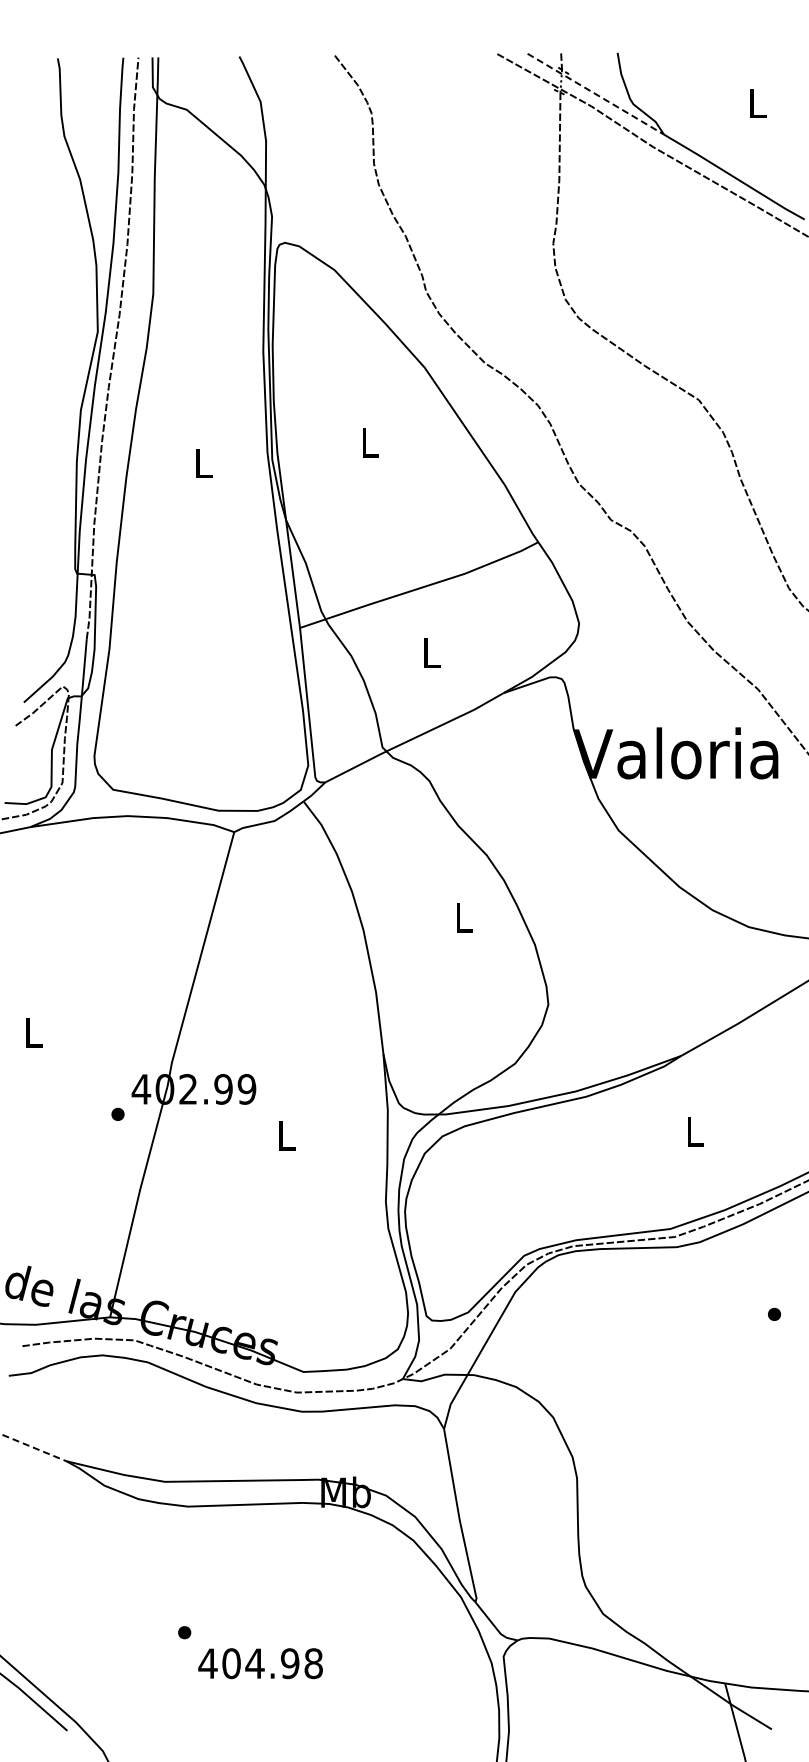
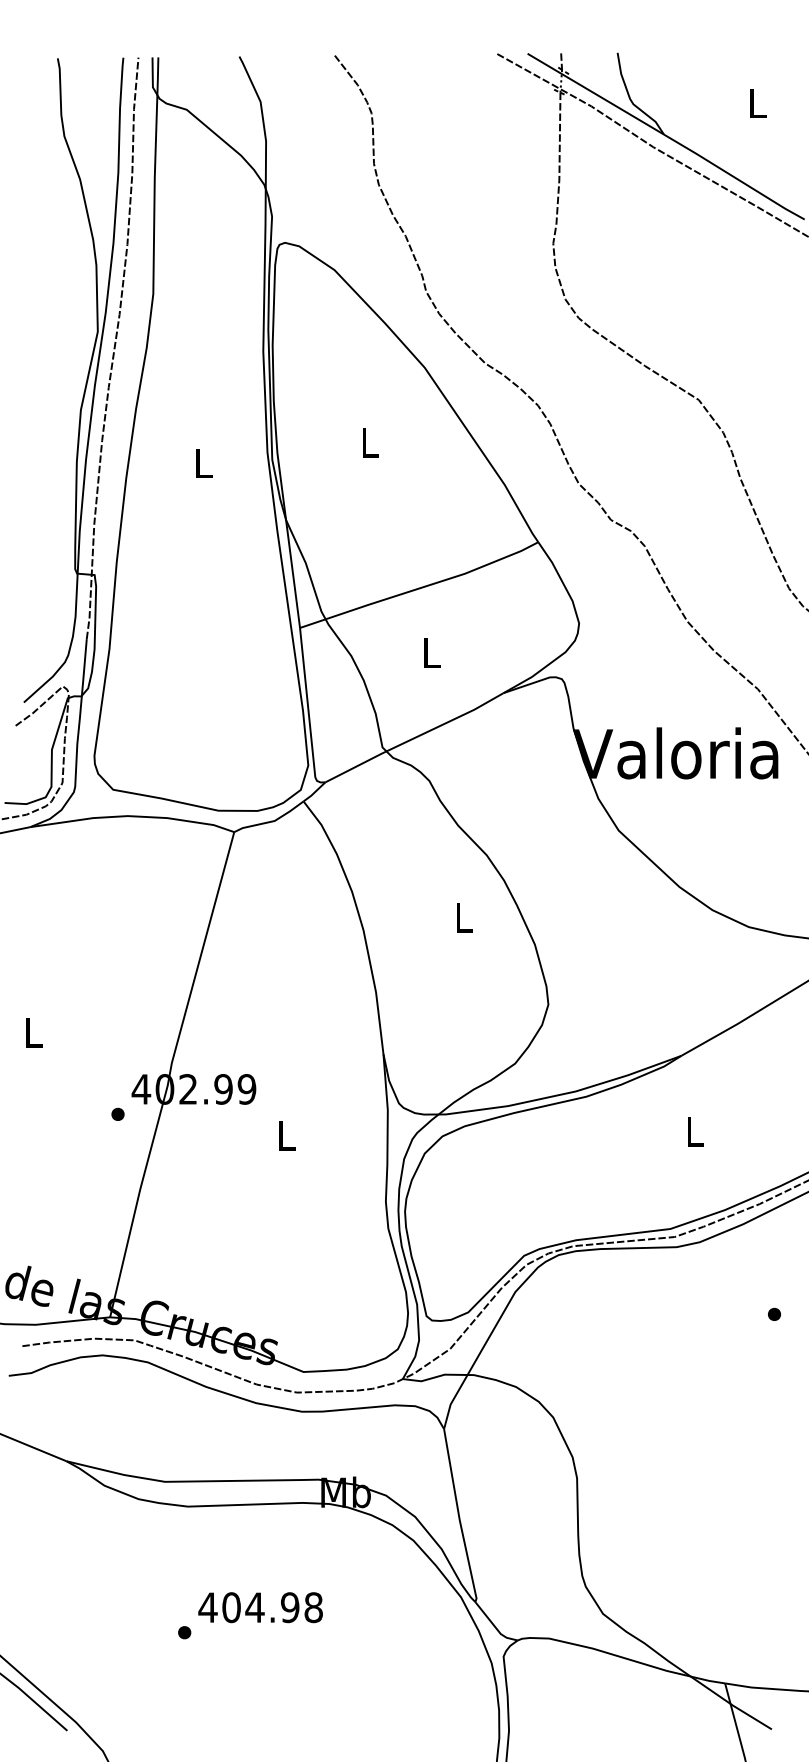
line at (596, 94): dashed -> solid
line at (33, 1447): dashed -> solid
text at (260, 1663) position: (260, 1663) -> (260, 1607)
